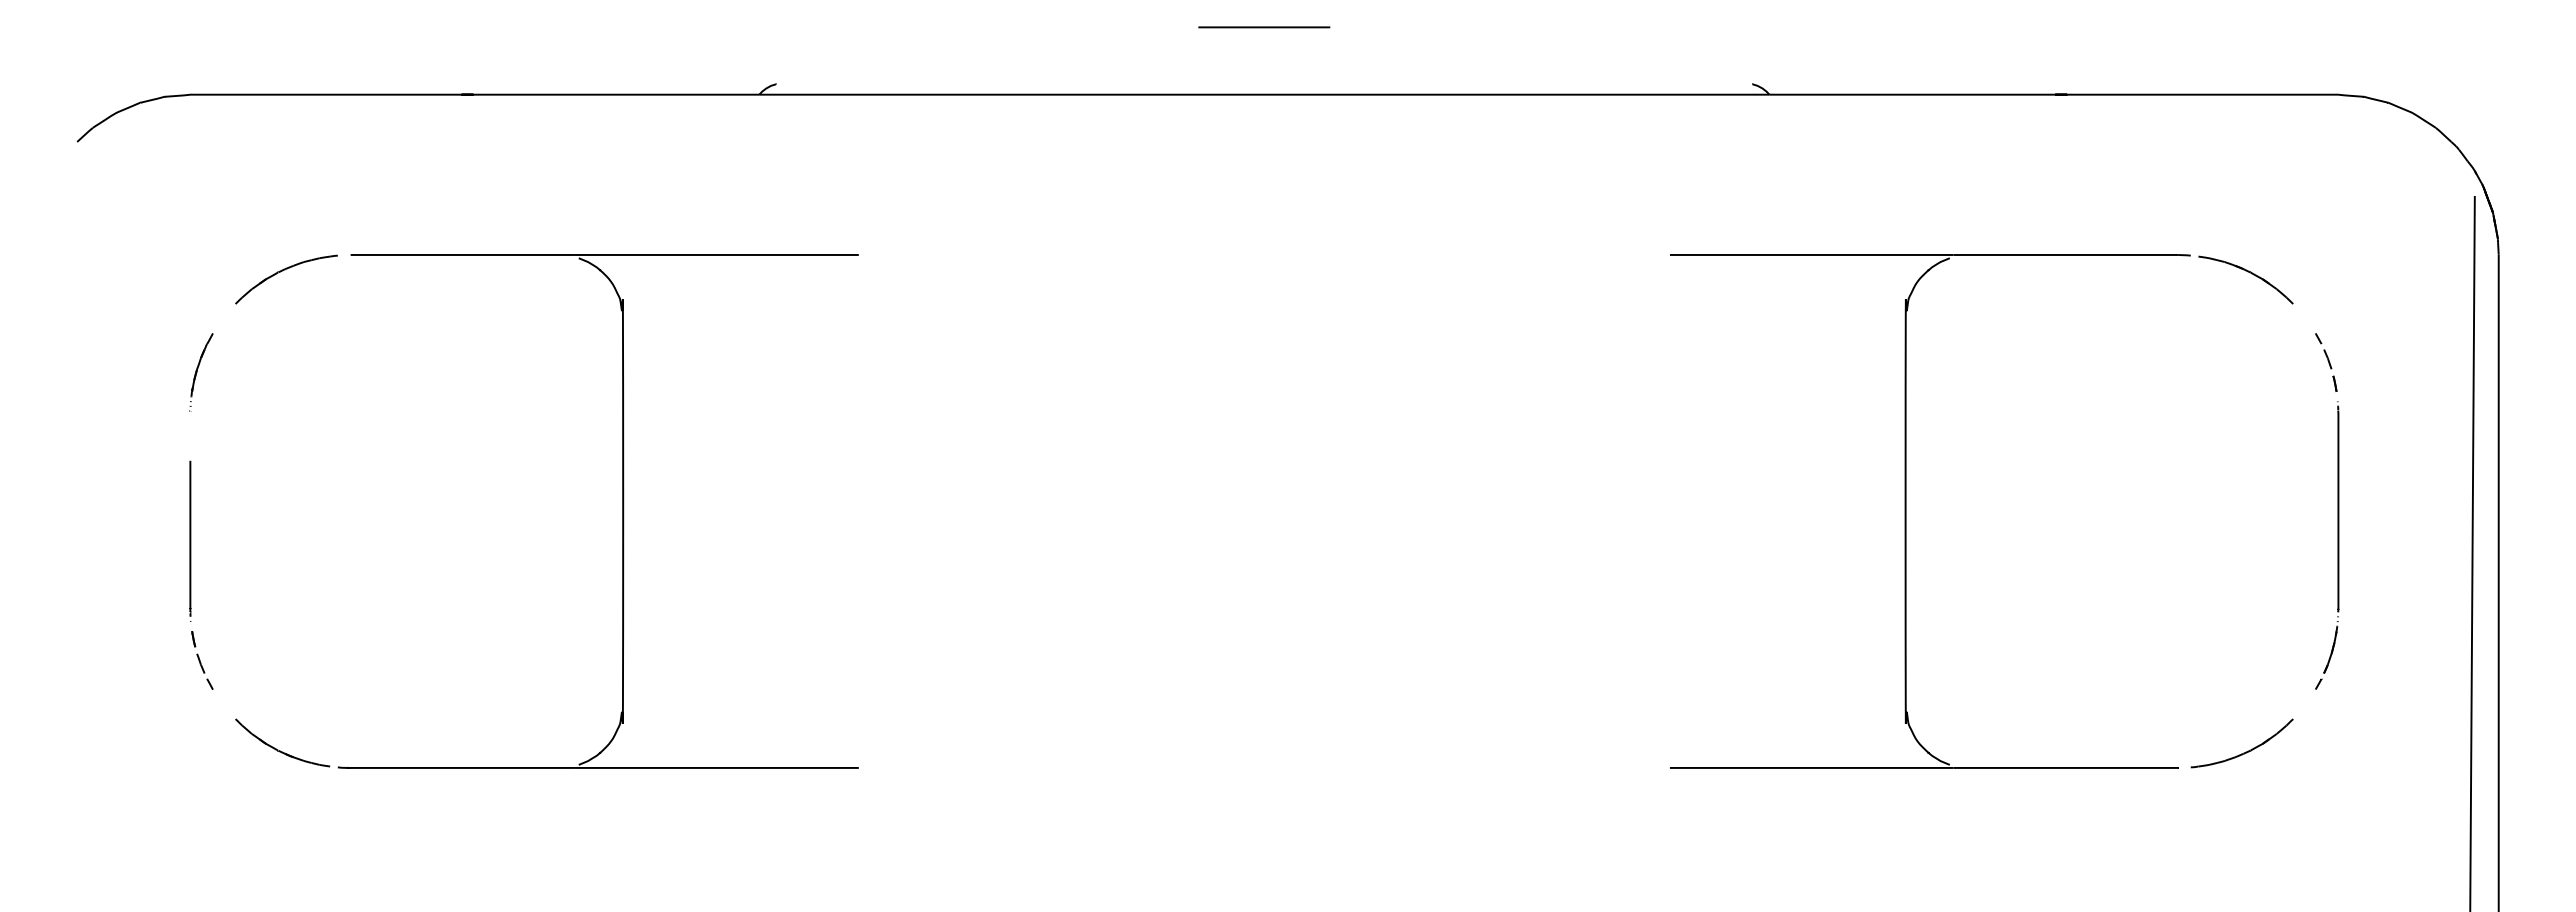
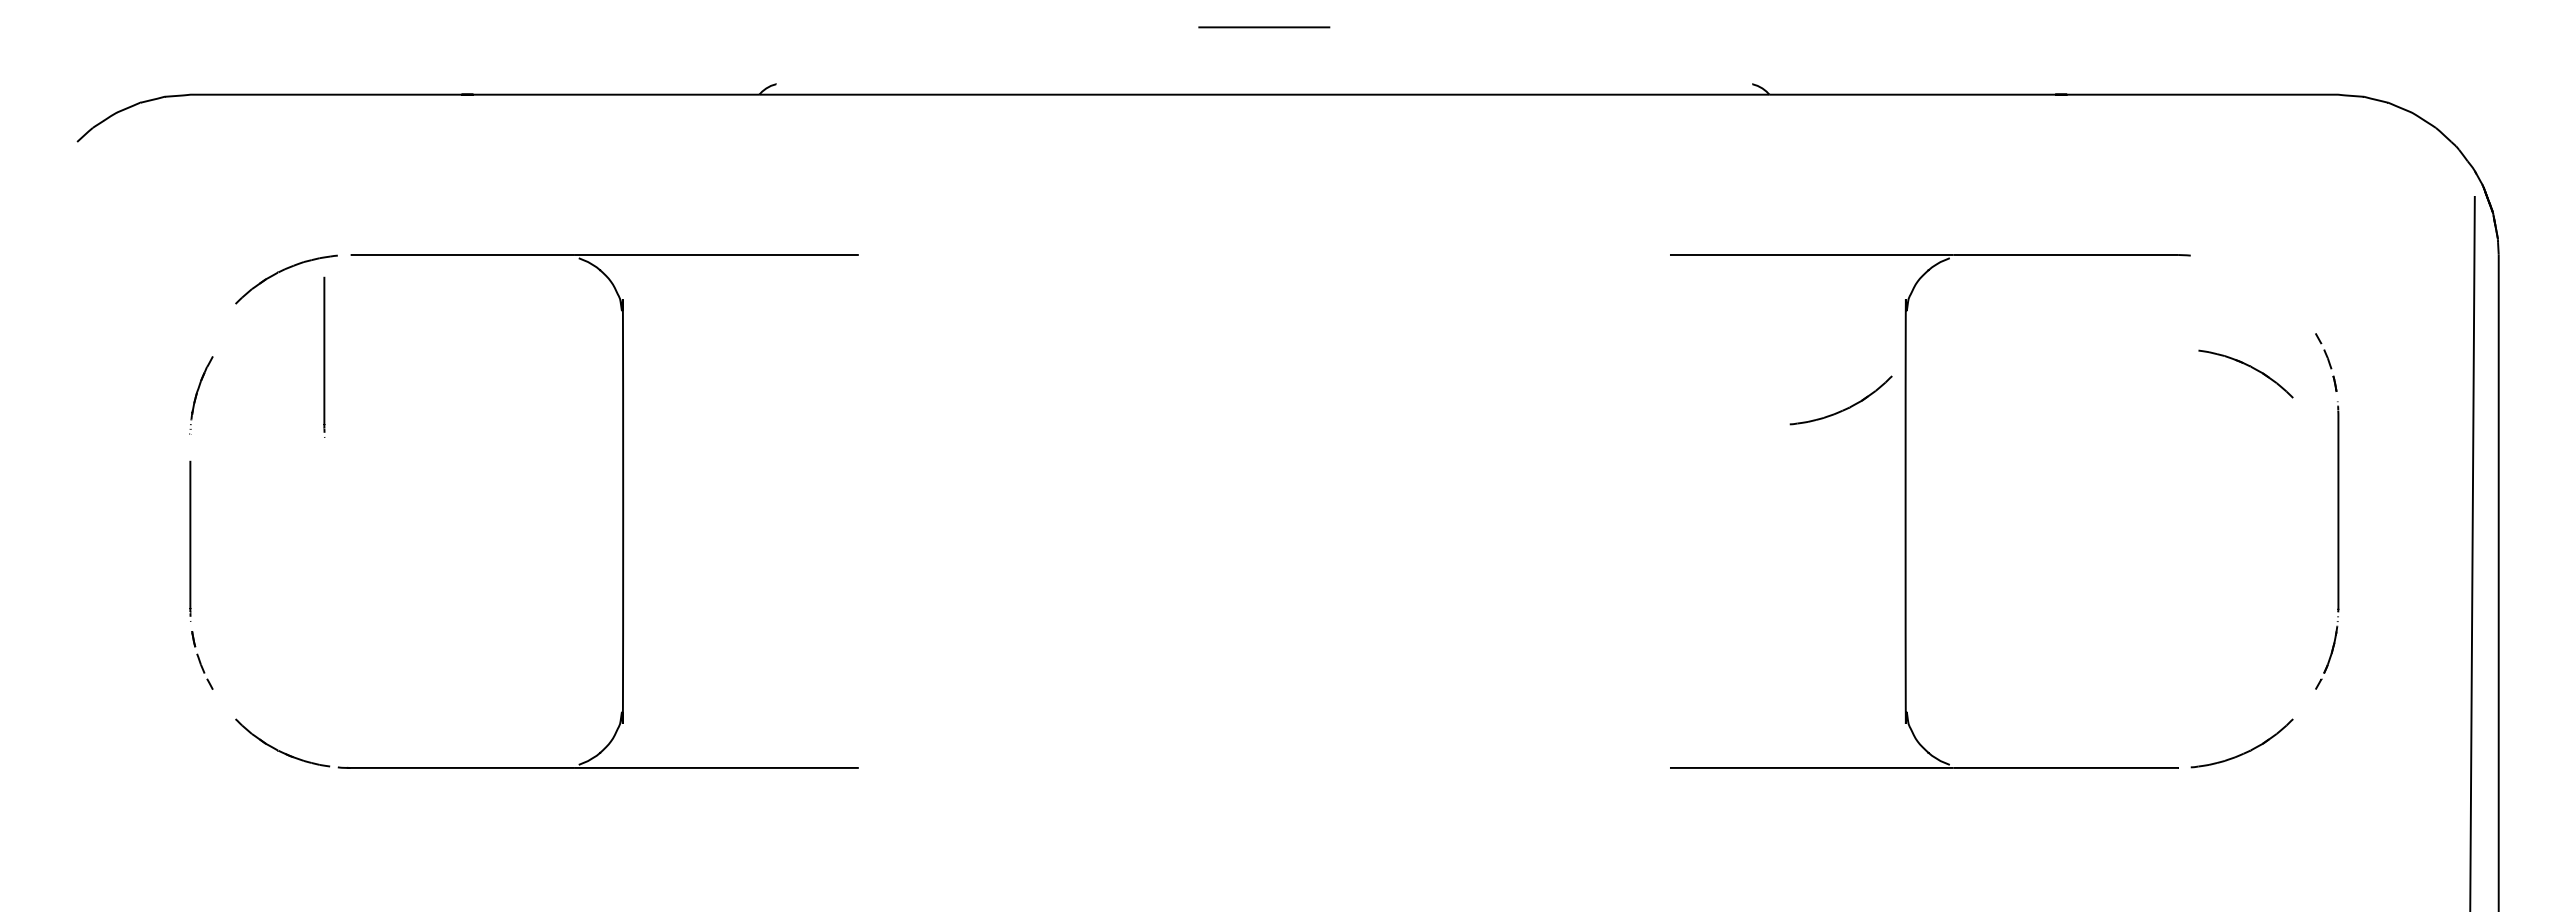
part at (2247, 272) position: (2247, 272) -> (2247, 366)
line at (324, 356): none -> present
part at (201, 372) position: (201, 372) -> (201, 395)
part at (1844, 408): none -> present
